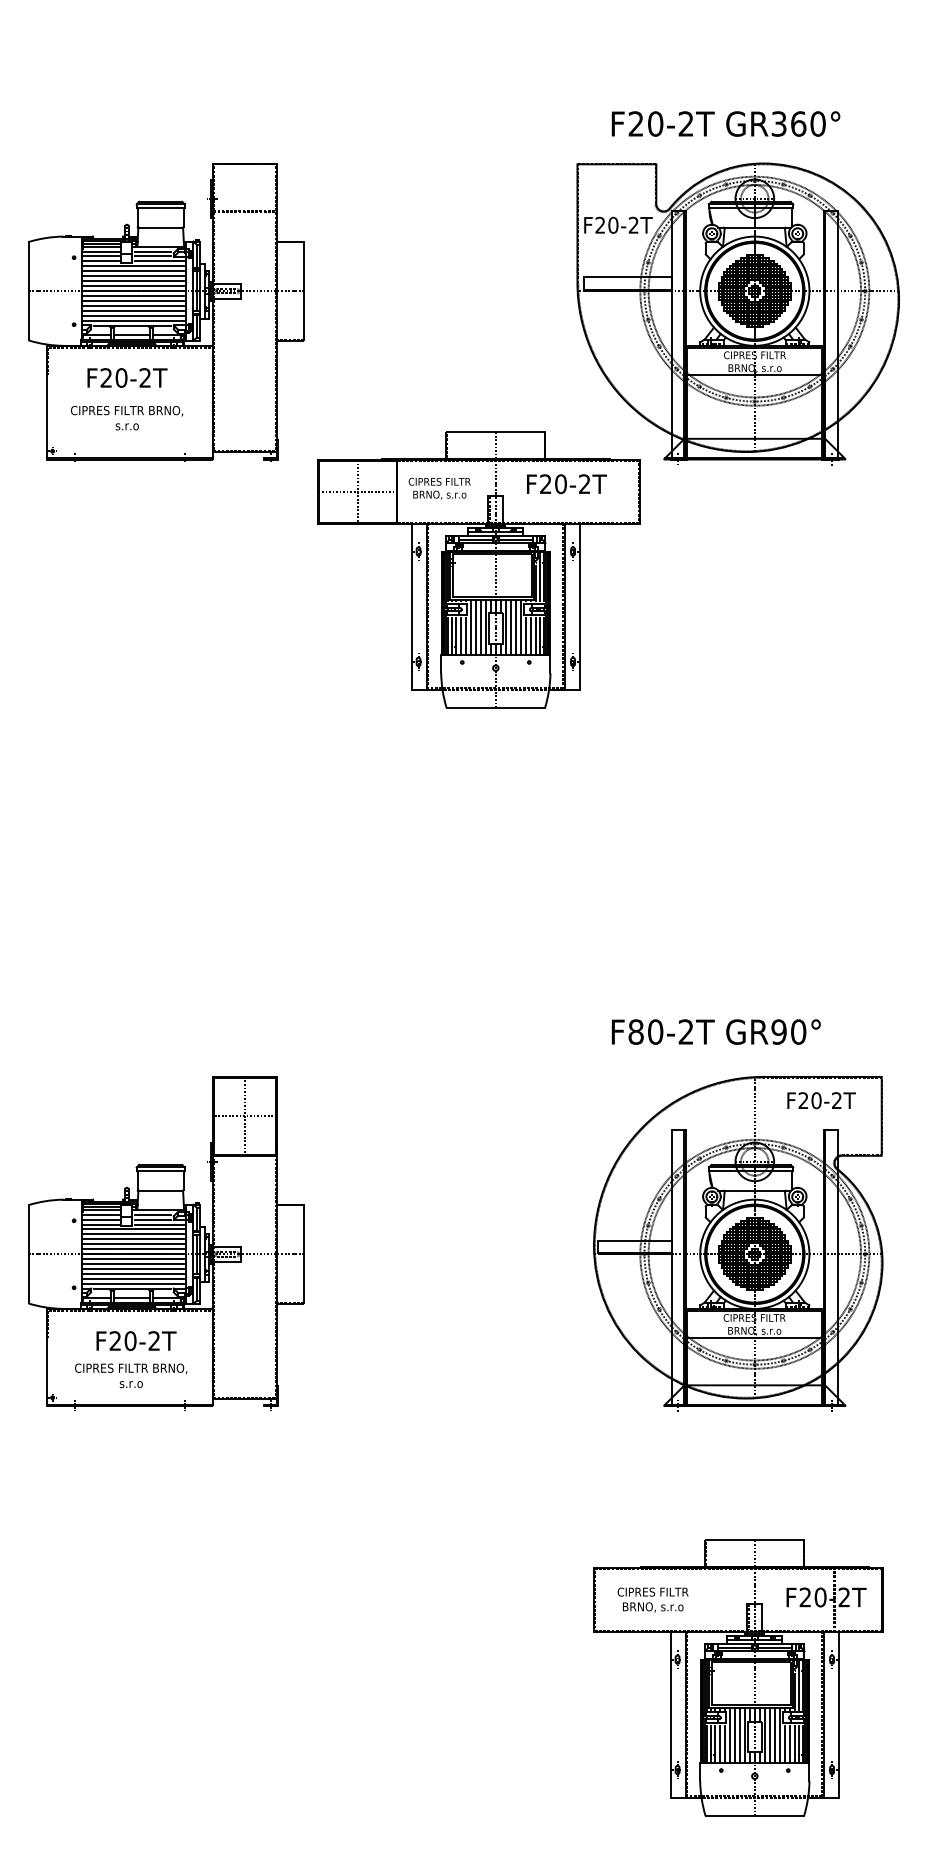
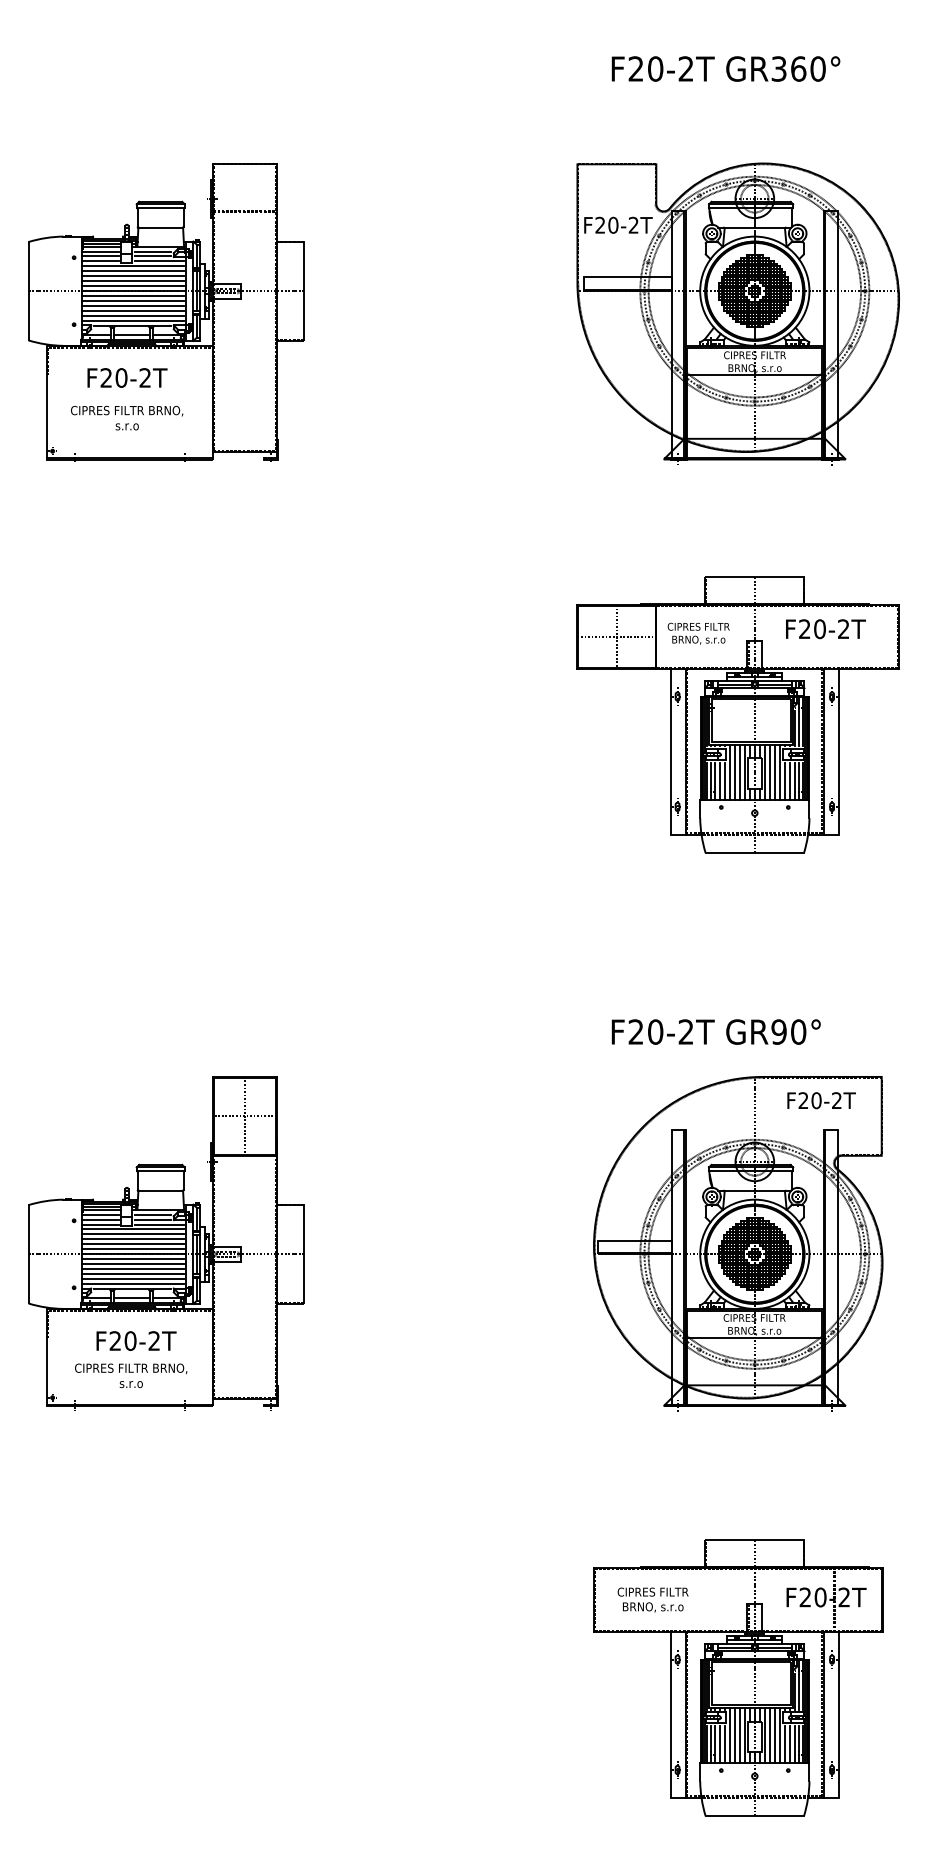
text at (725, 123) position: (725, 123) -> (725, 68)
part at (478, 569) position: (478, 569) -> (737, 714)
text at (635, 1031): F80-2T -> F20-2T
